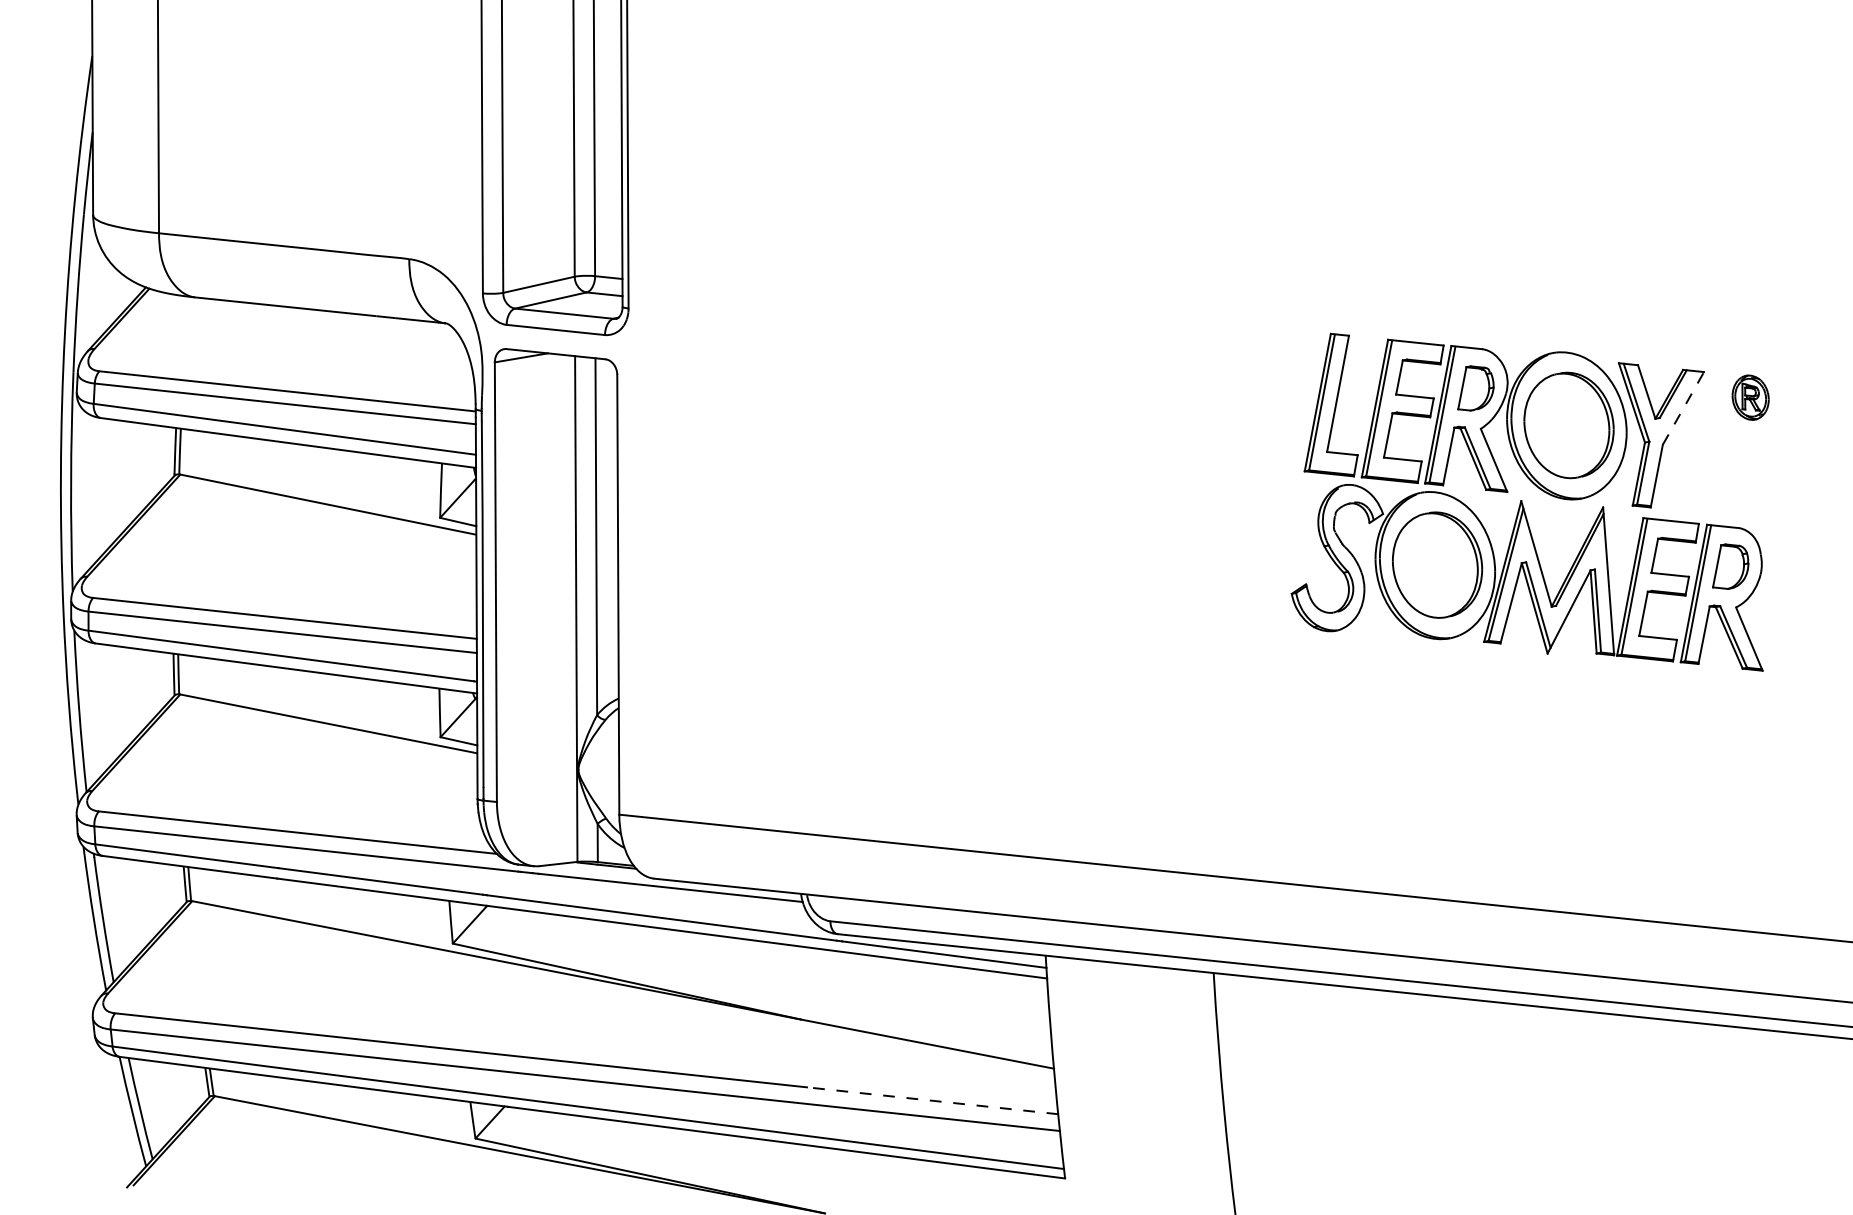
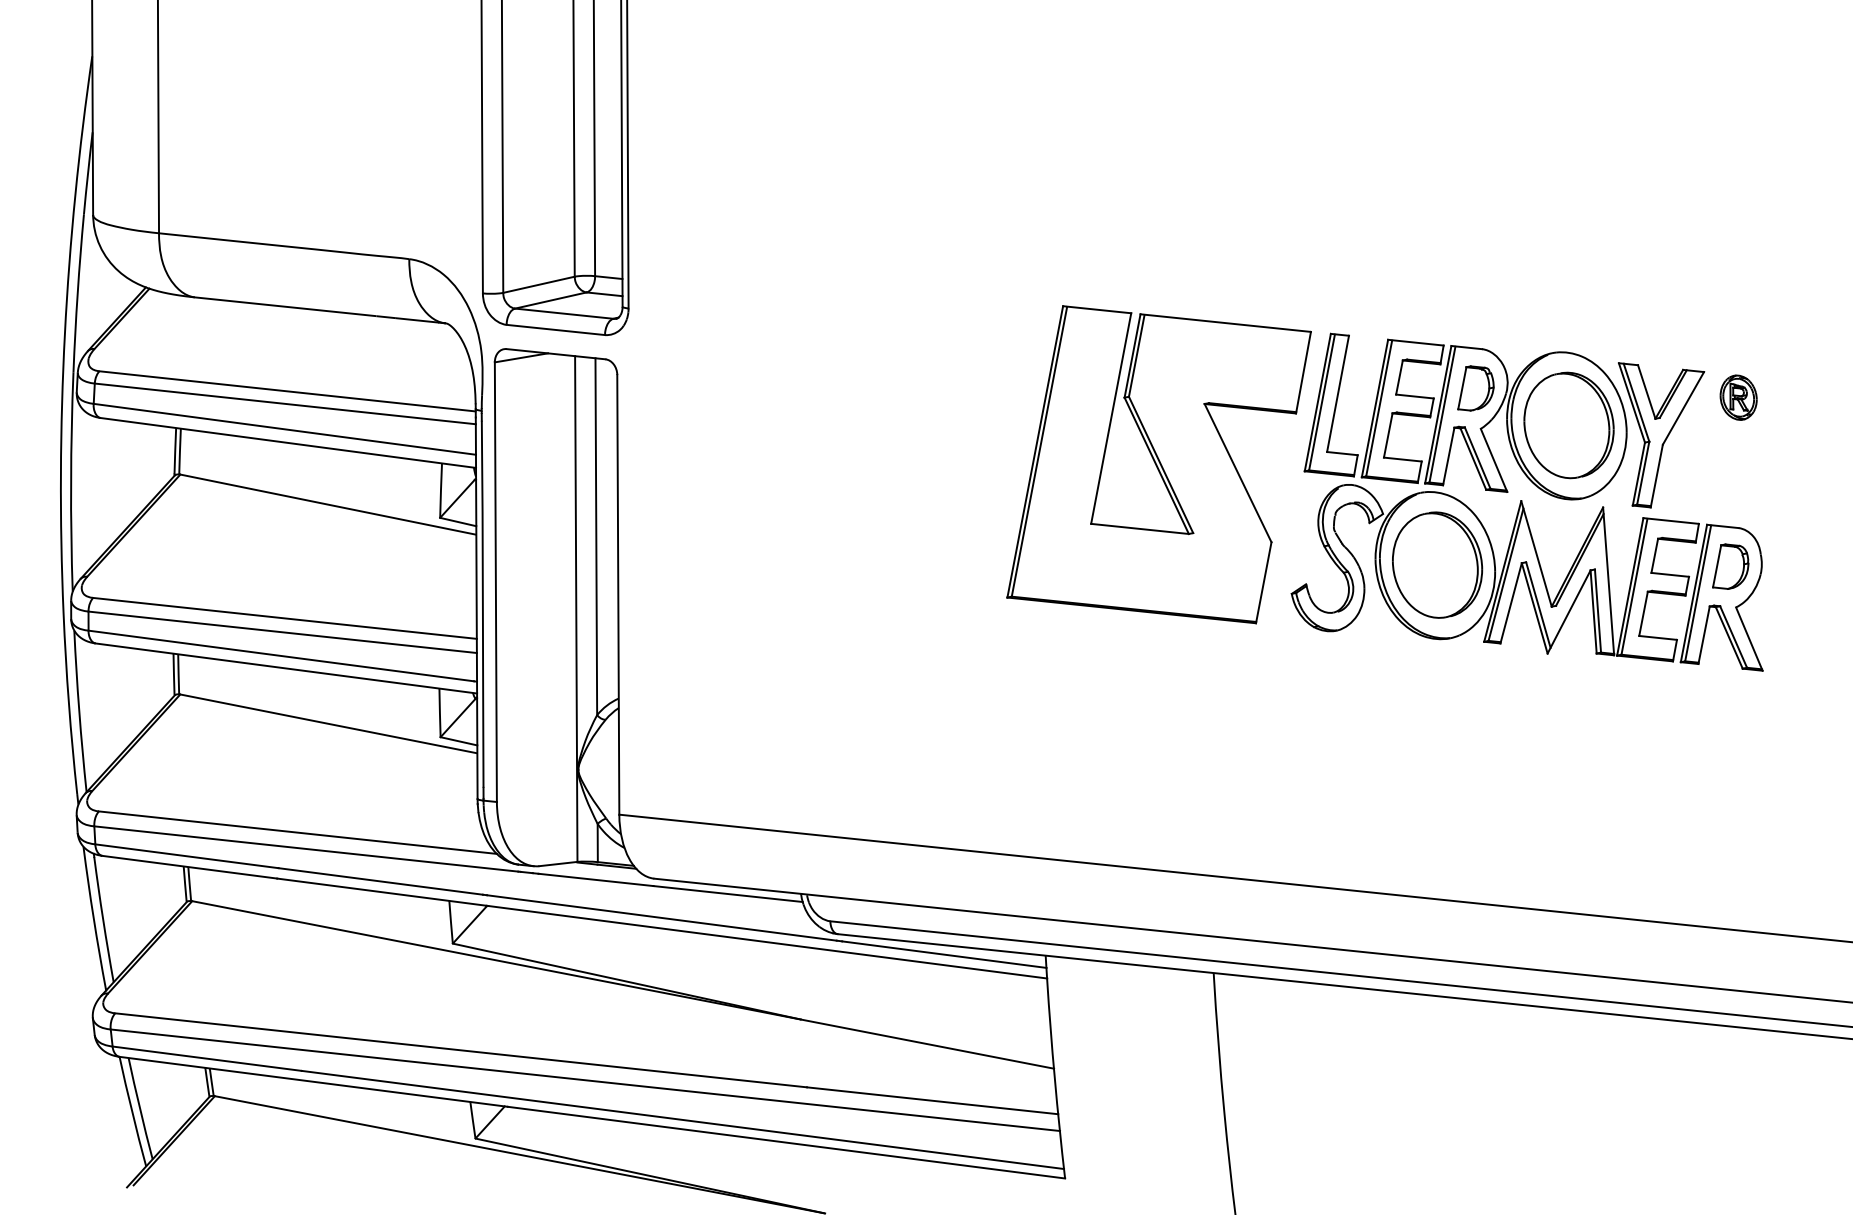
part at (1750, 397) position: (1750, 397) -> (1738, 397)
line at (1683, 408): dashed -> solid
part at (1158, 464): none -> present
line at (932, 1100): dashed -> solid
